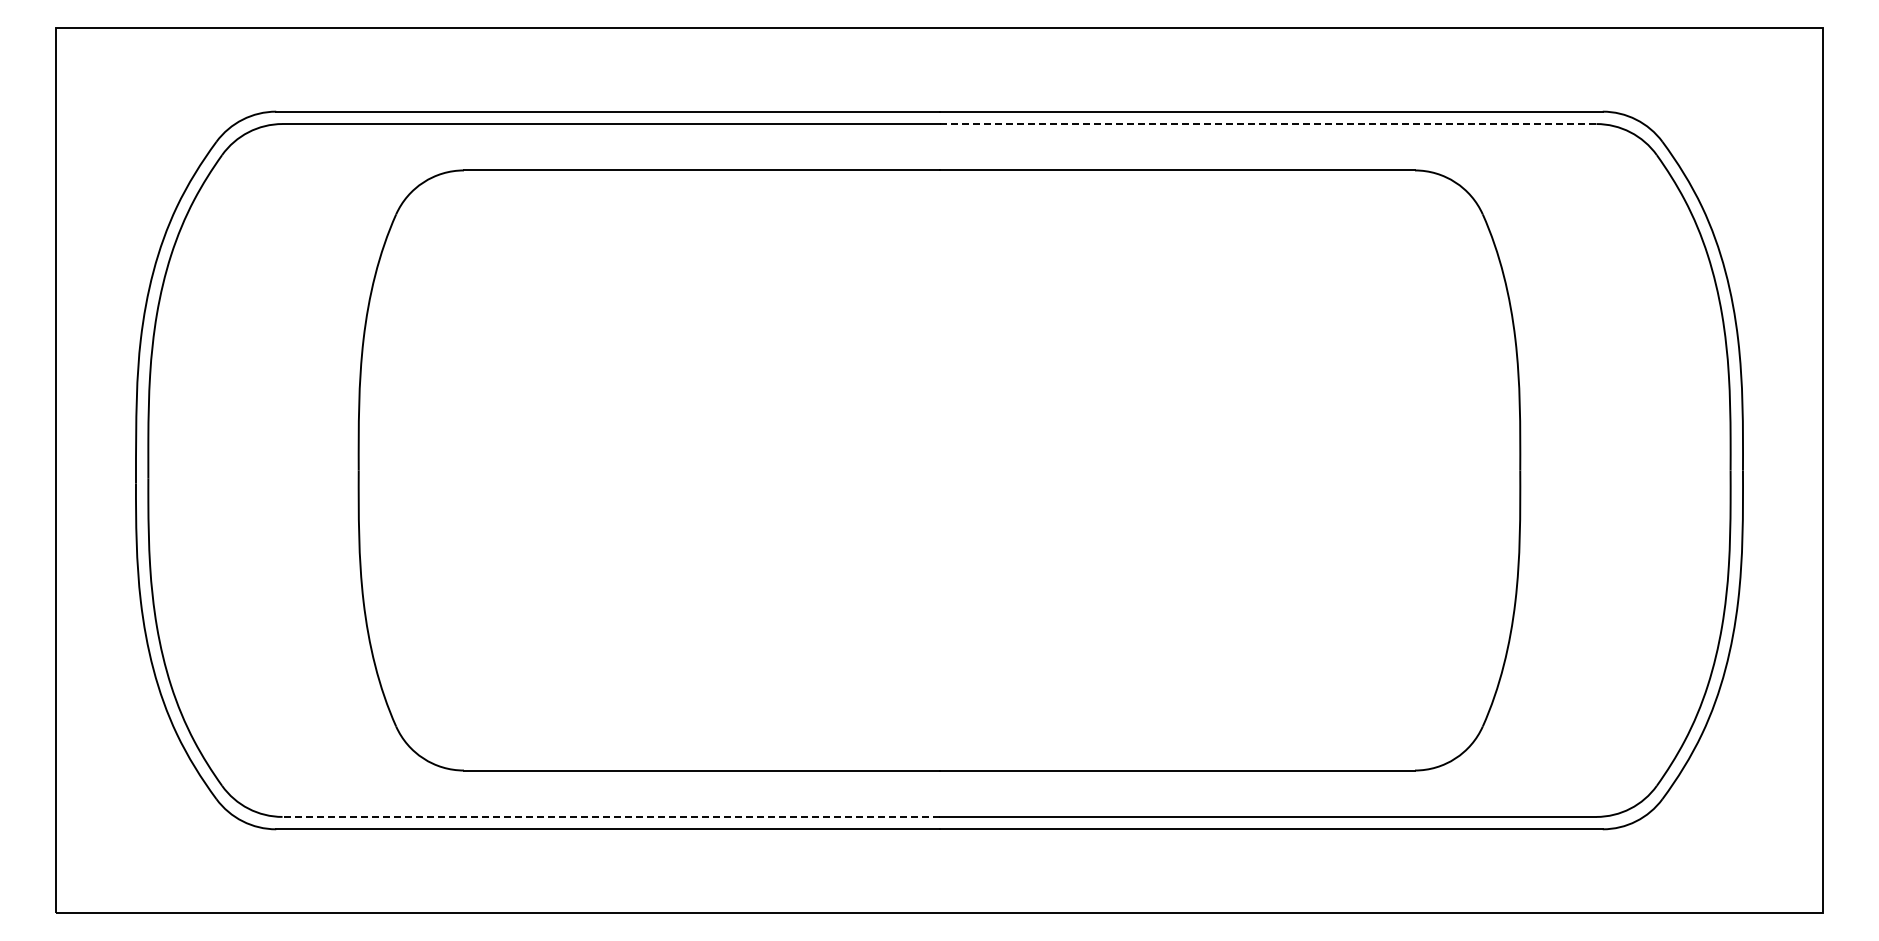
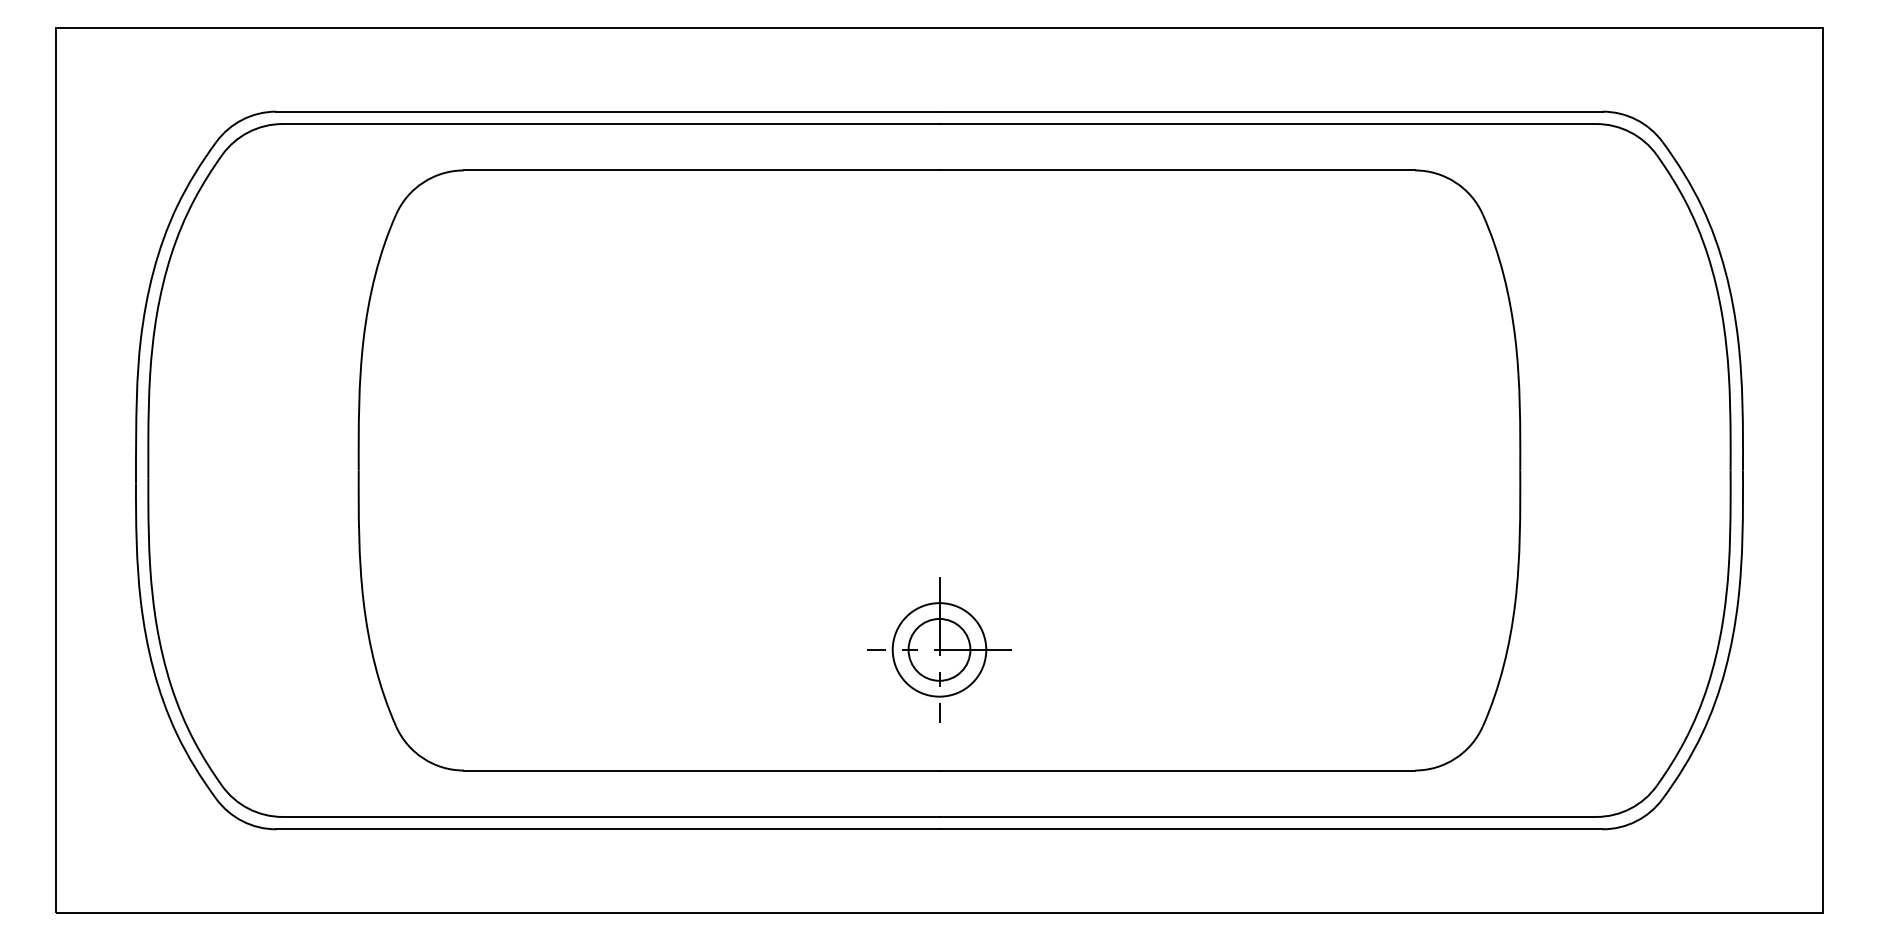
line at (1268, 124): dashed -> solid
part at (939, 649): none -> present
line at (610, 816): dashed -> solid
